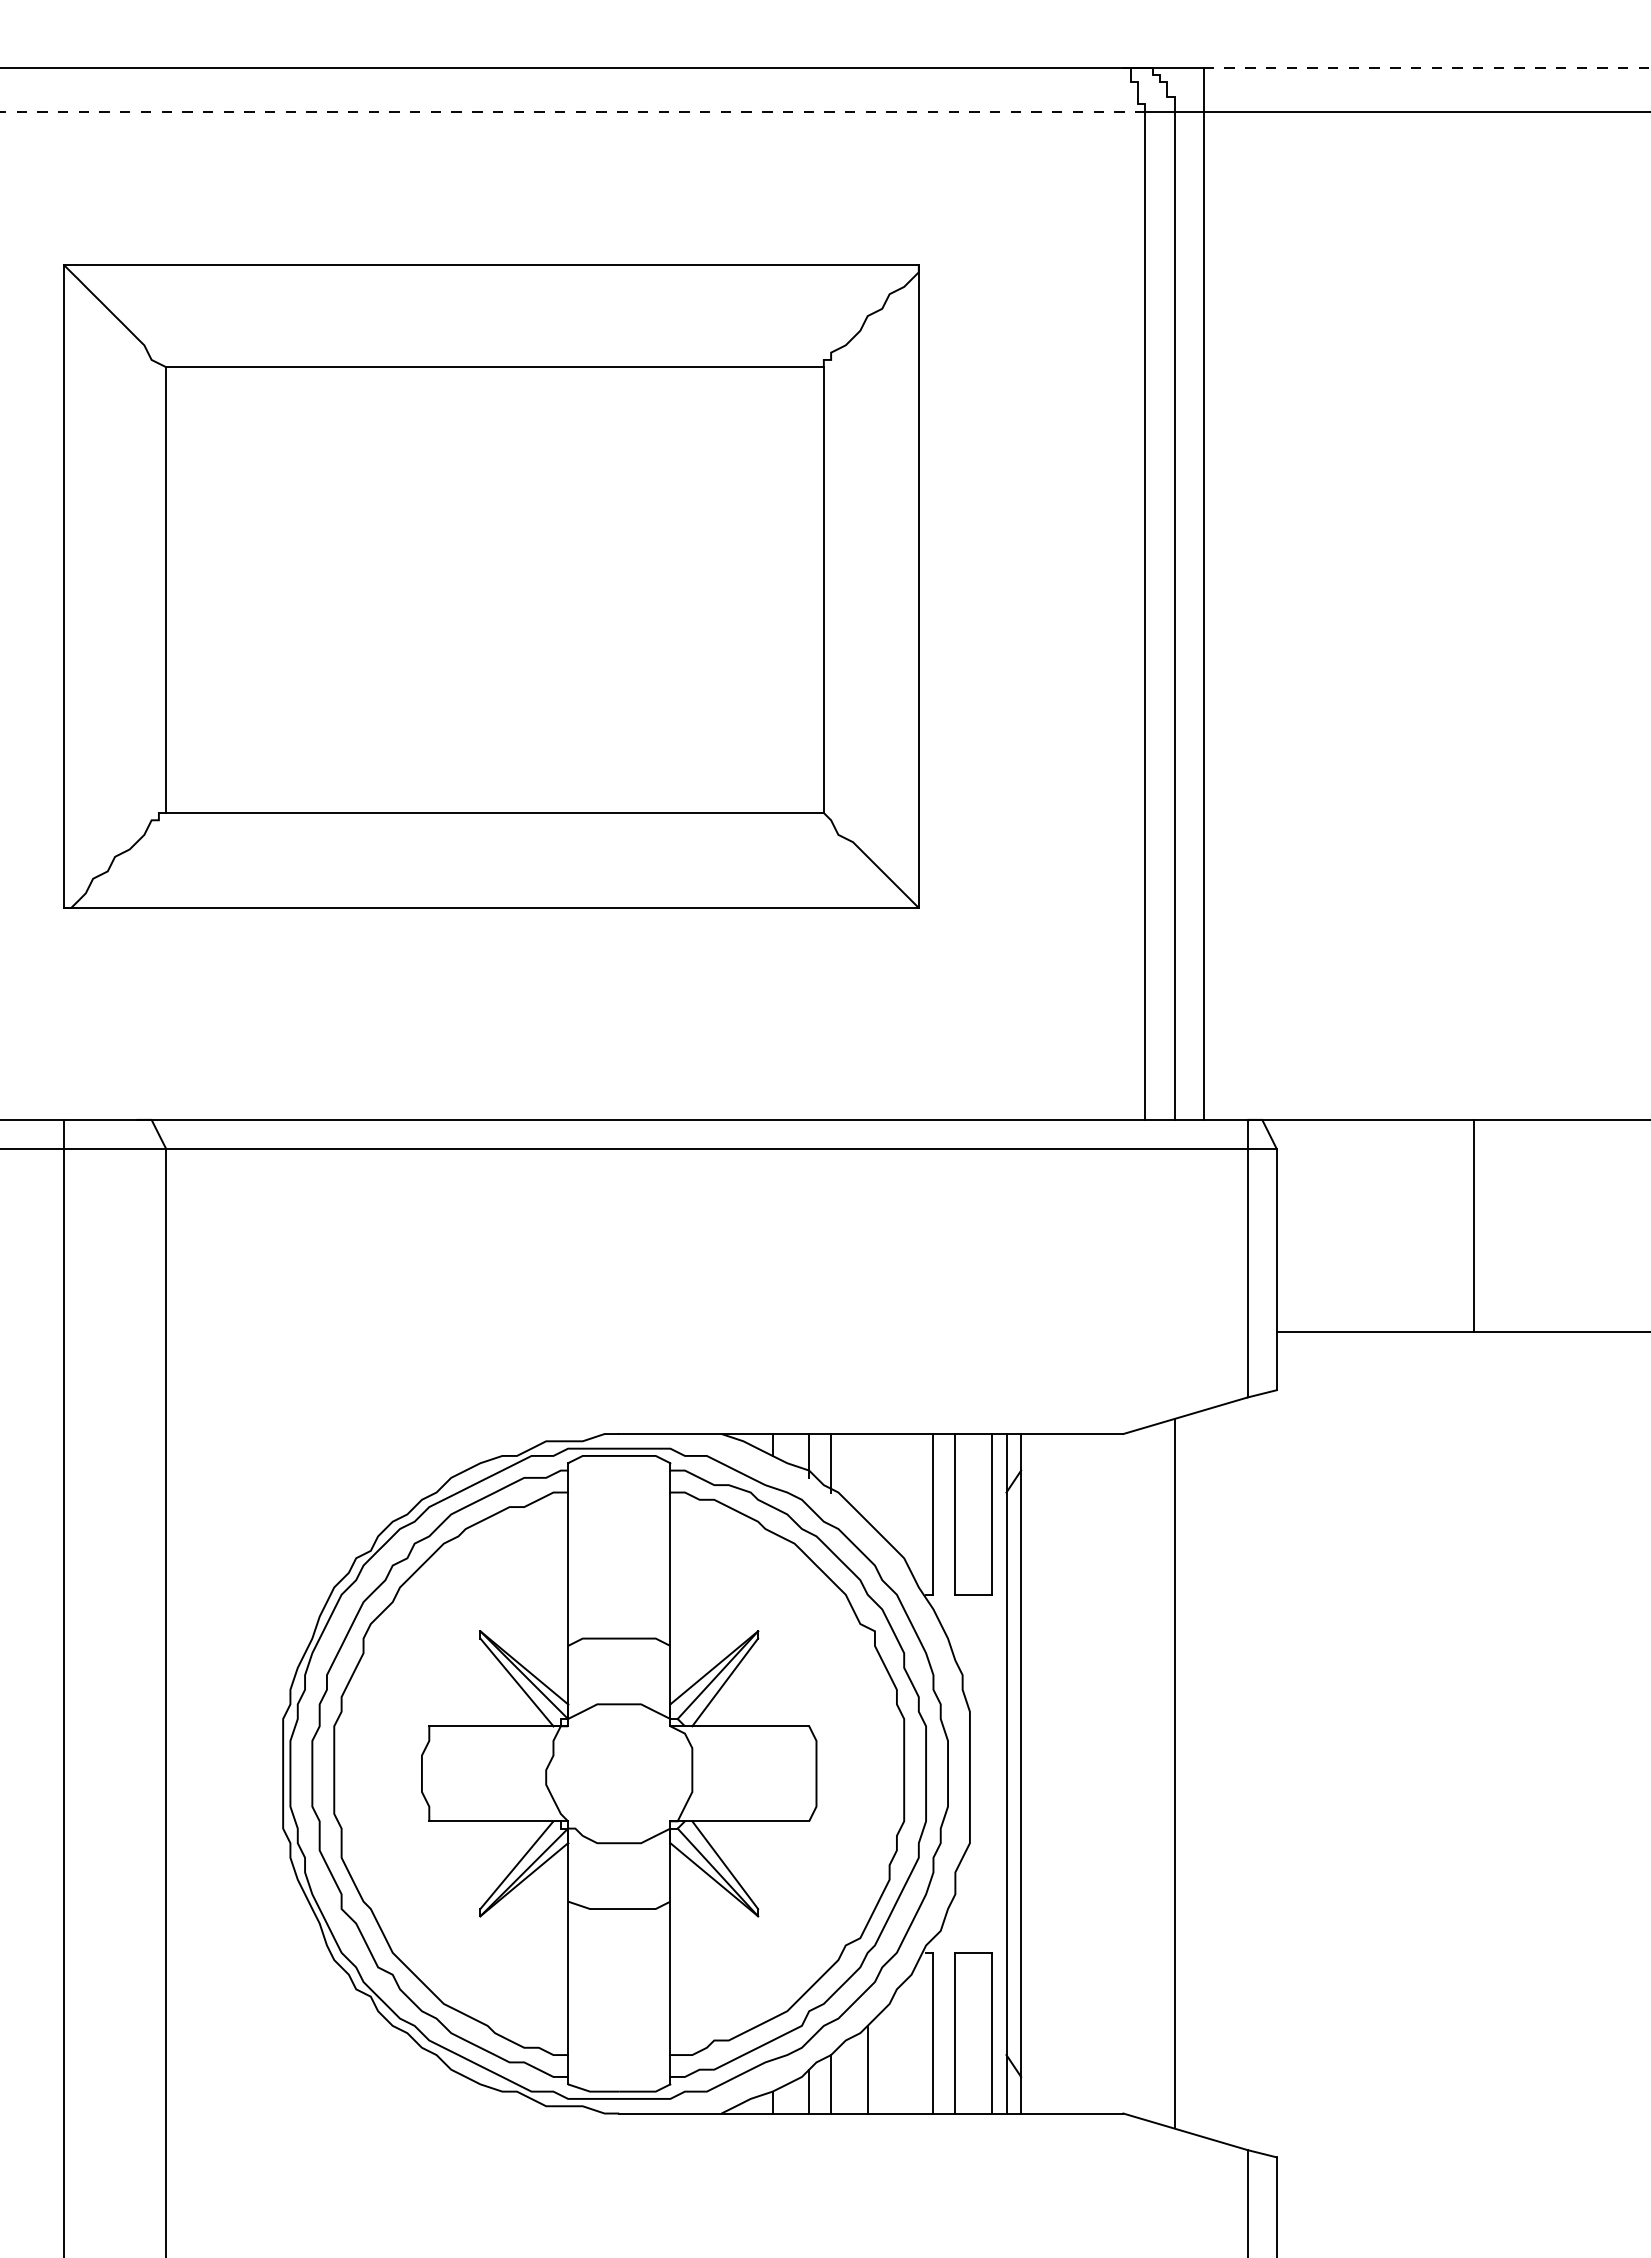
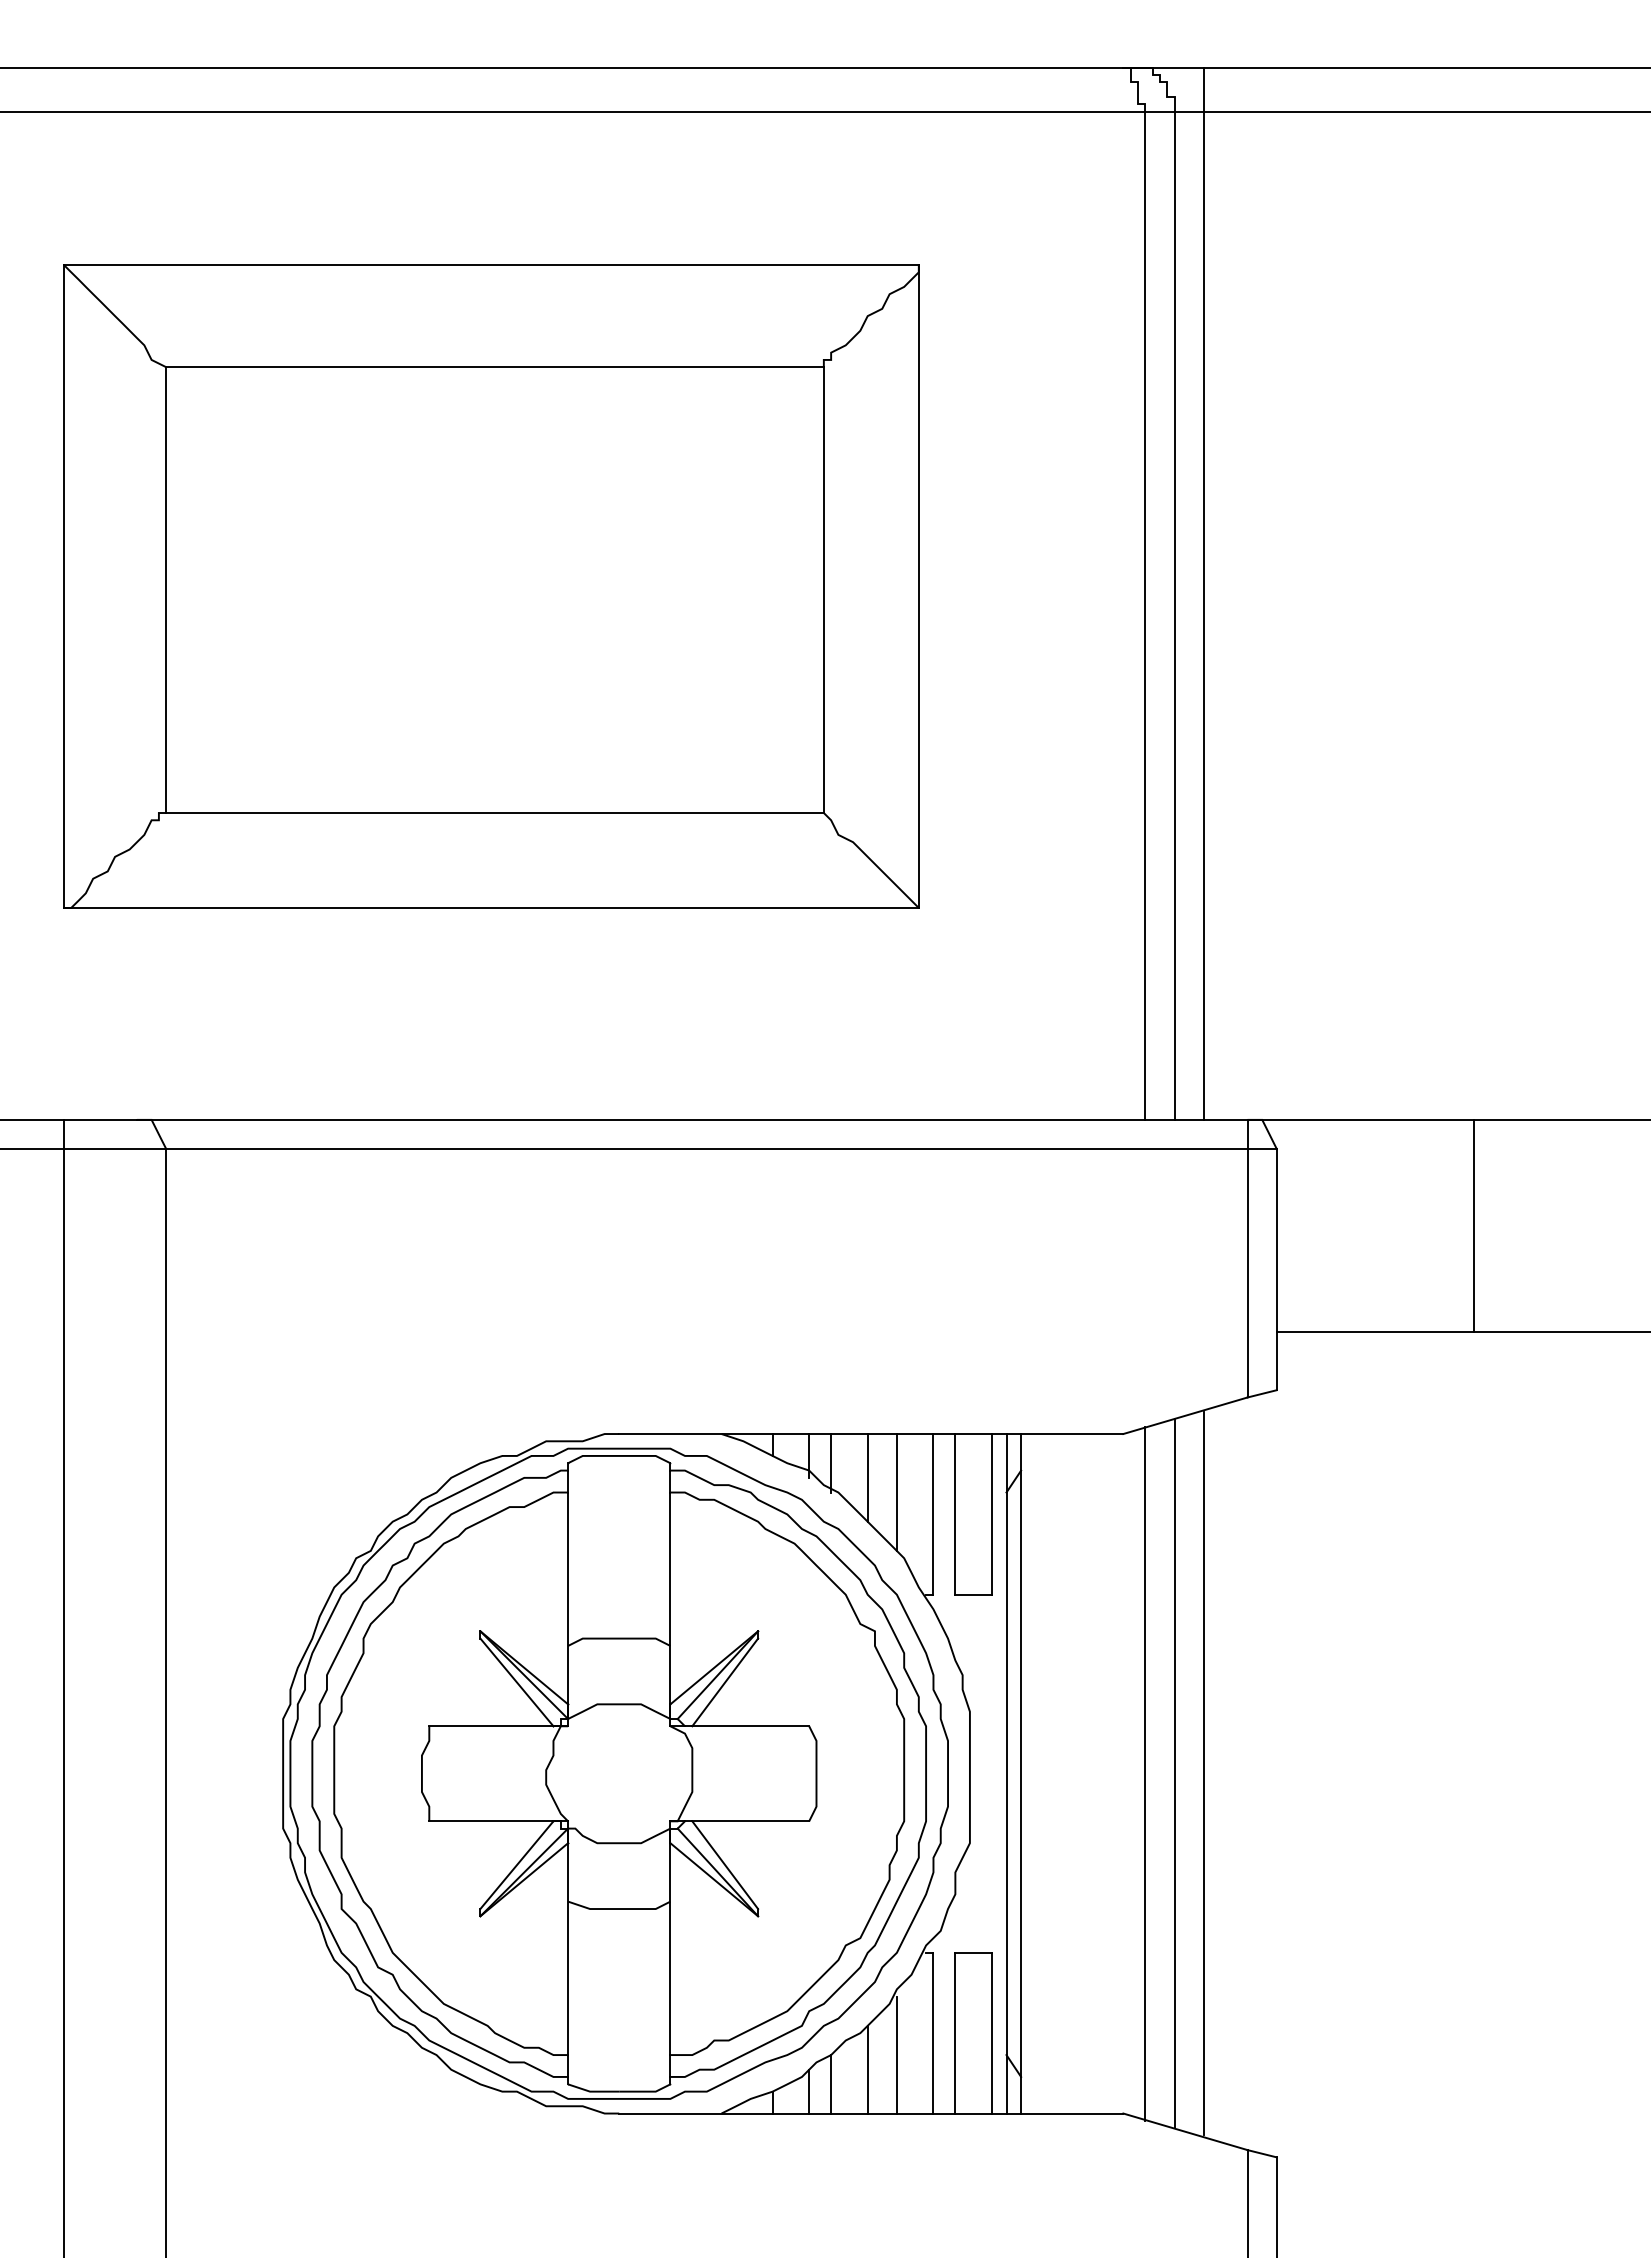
line at (1427, 67): dashed -> solid
line at (572, 111): dashed -> solid
line at (867, 1477): none -> present
line at (896, 1492): none -> present
line at (1145, 1773): none -> present
line at (1203, 1773): none -> present
line at (896, 2054): none -> present
